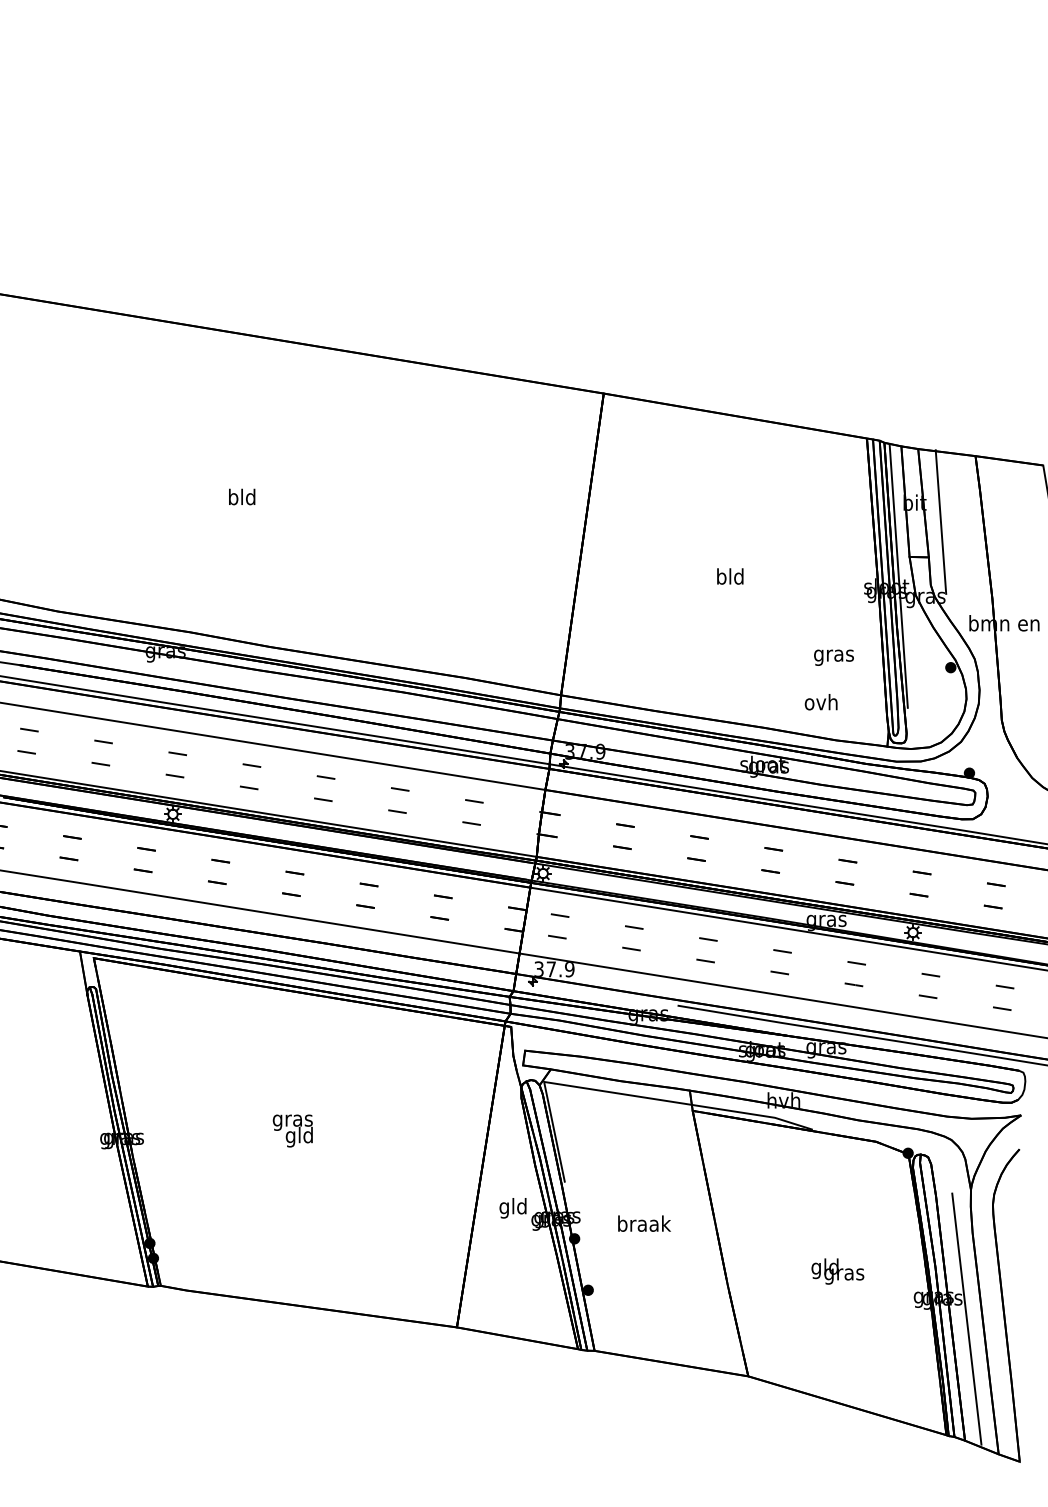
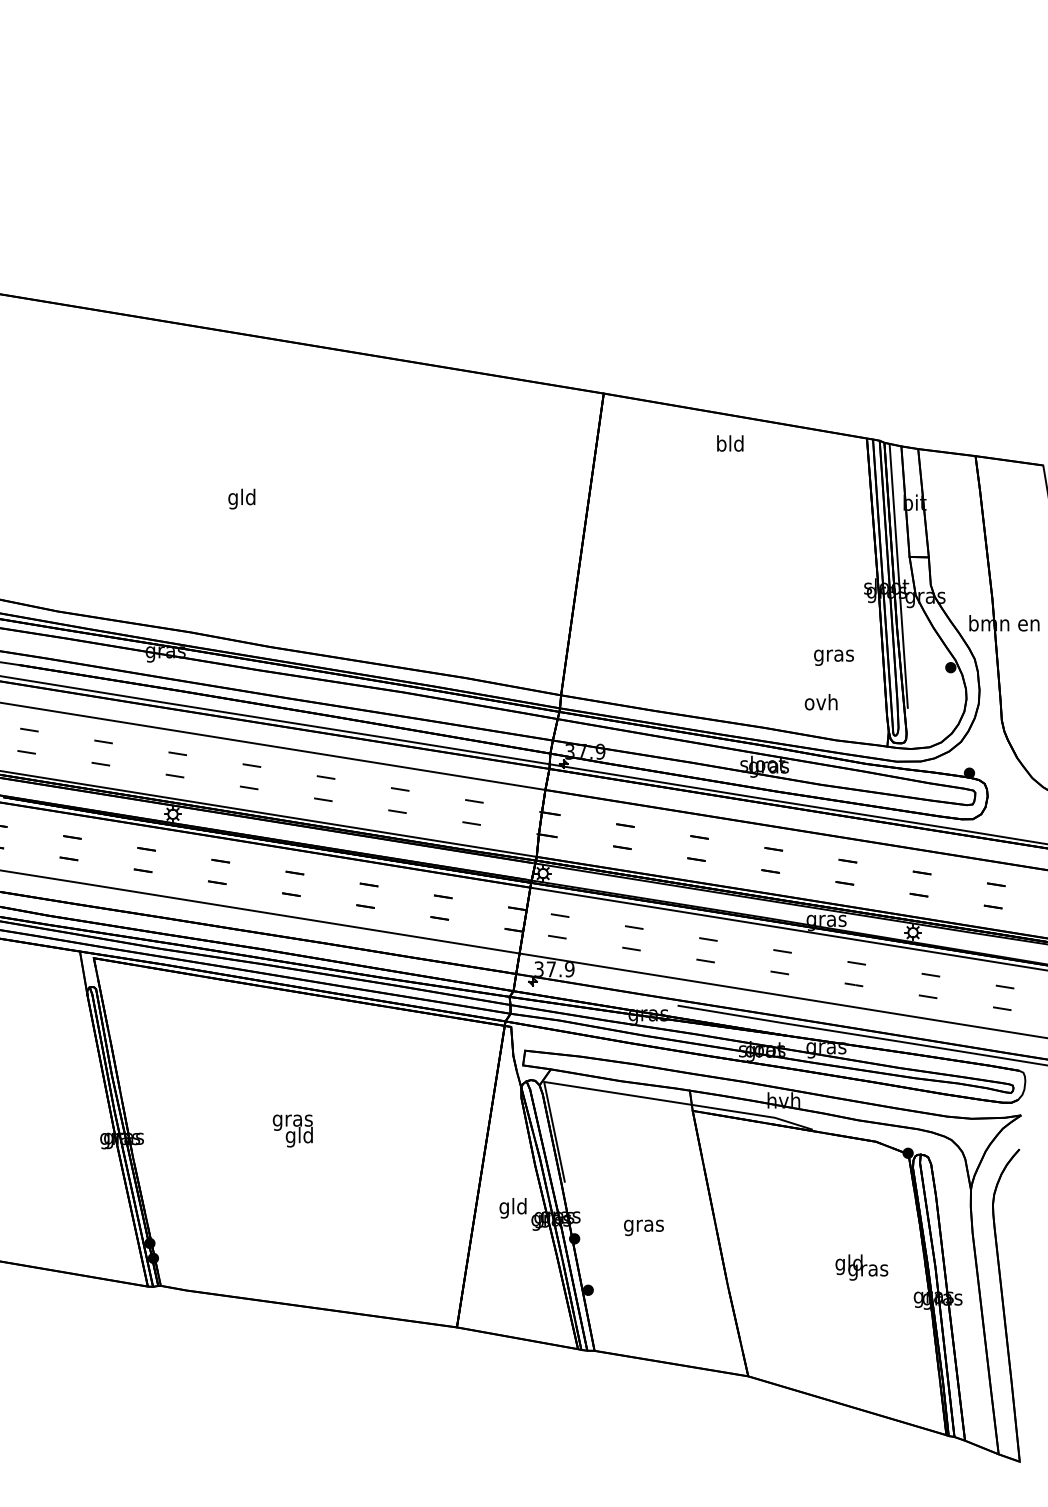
text at (233, 498): bld -> gld
line at (940, 521): present -> none
text at (730, 576) position: (730, 576) -> (730, 443)
text at (644, 1225): braak -> gras
text at (837, 1271) position: (837, 1271) -> (861, 1267)
line at (966, 1318): present -> none
